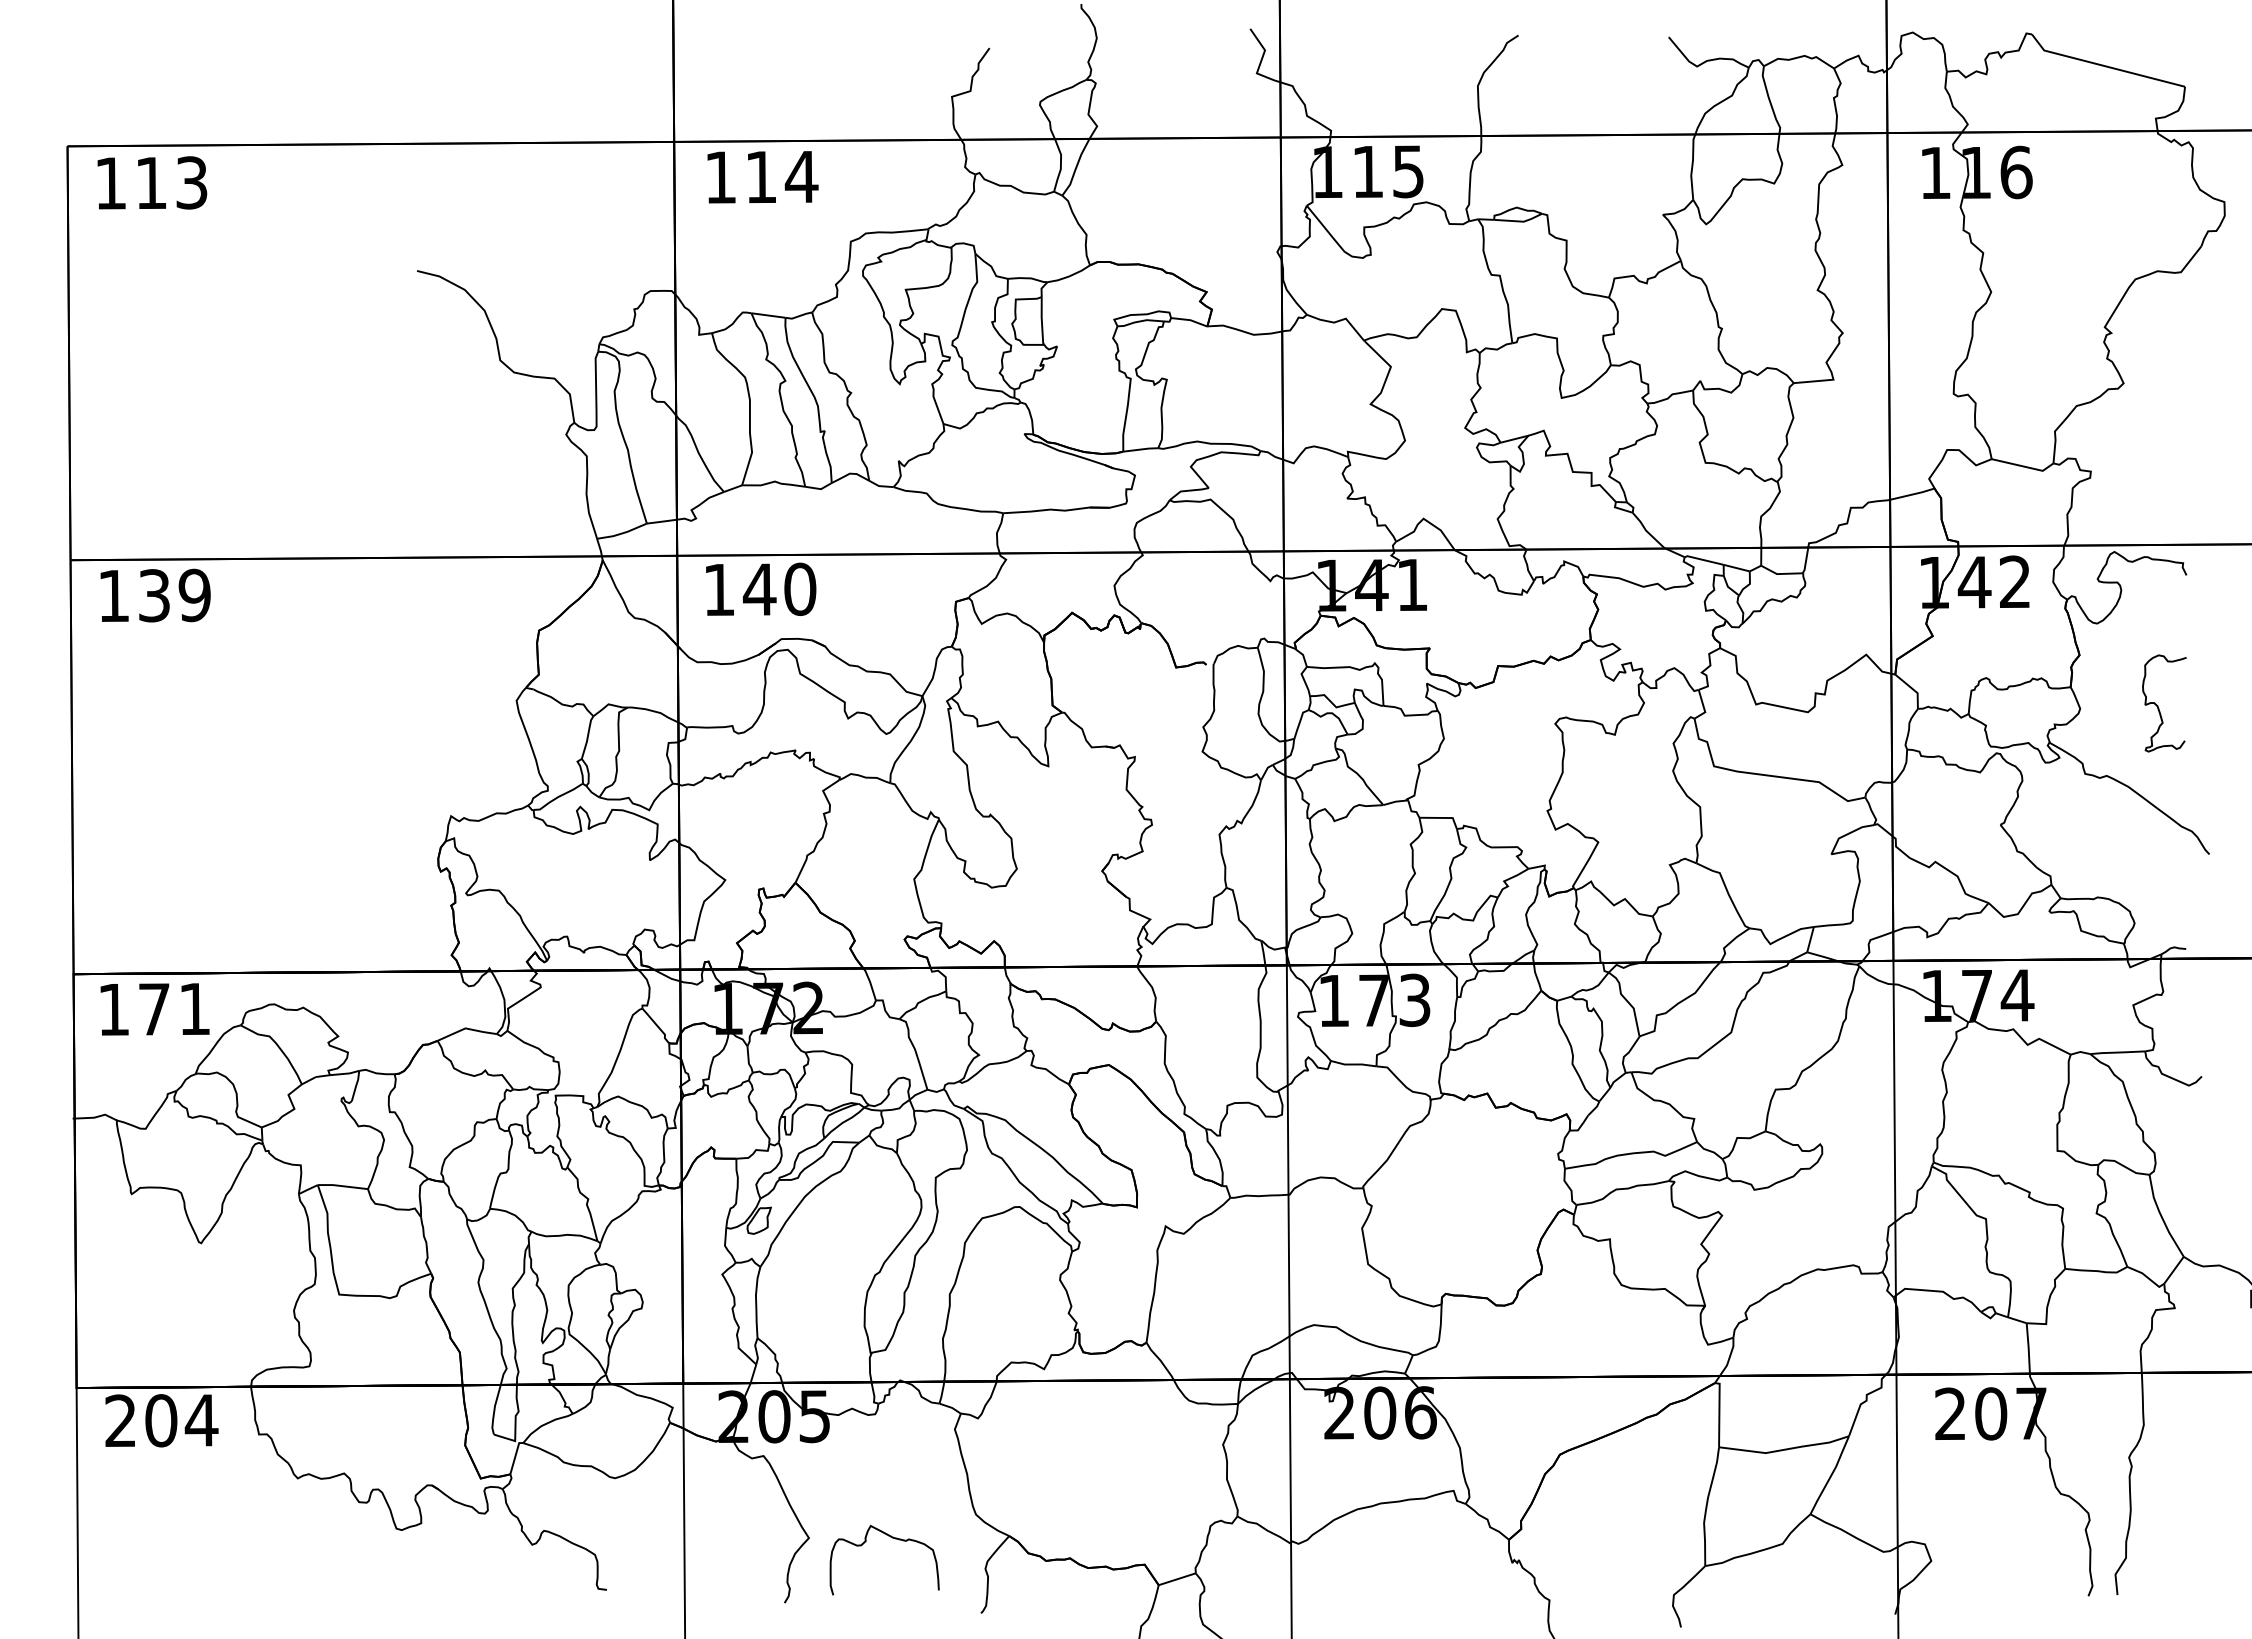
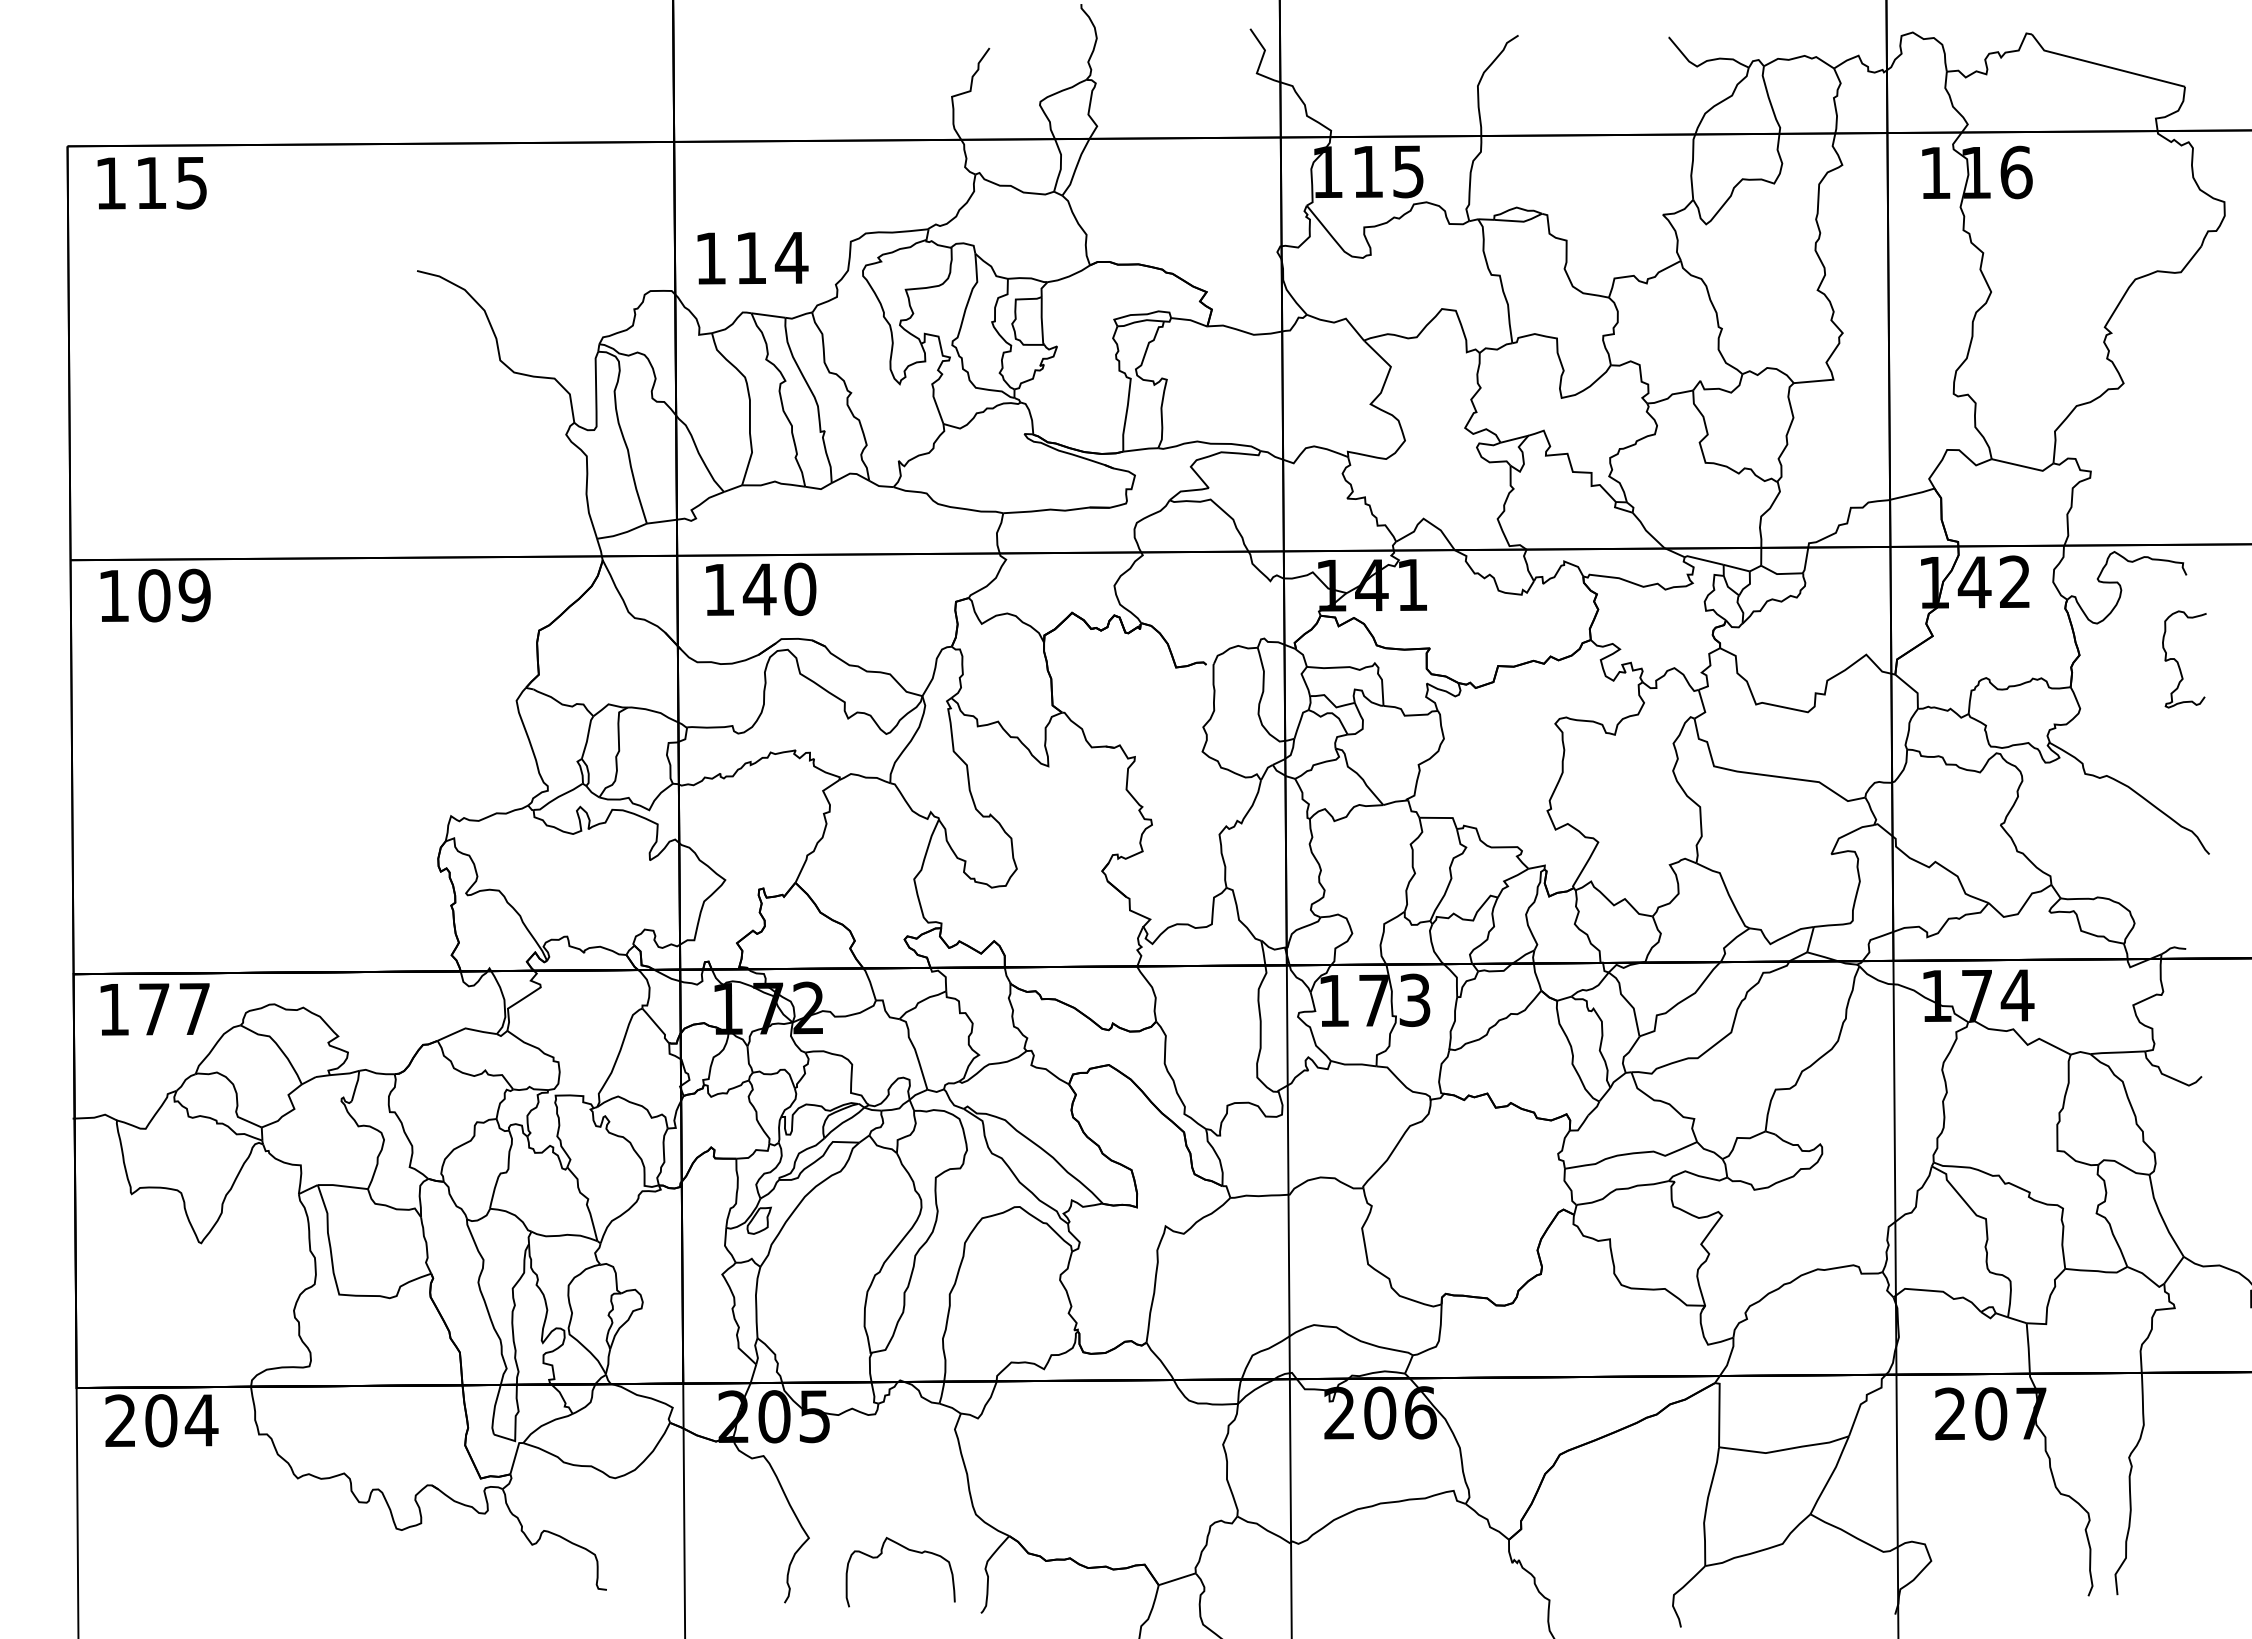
text at (762, 177) position: (762, 177) -> (752, 258)
text at (192, 182): 113 -> 115
text at (154, 595): 139 -> 109
curve at (2158, 705) position: (2158, 705) -> (2178, 661)
text at (194, 1008): 171 -> 177
curve at (892, 1538) position: (892, 1538) -> (908, 1550)
